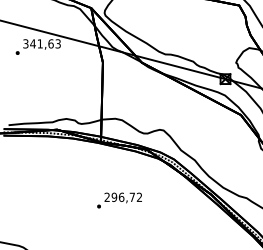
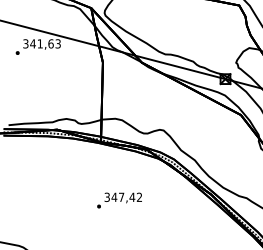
text at (119, 196): 296,72 -> 347,42
